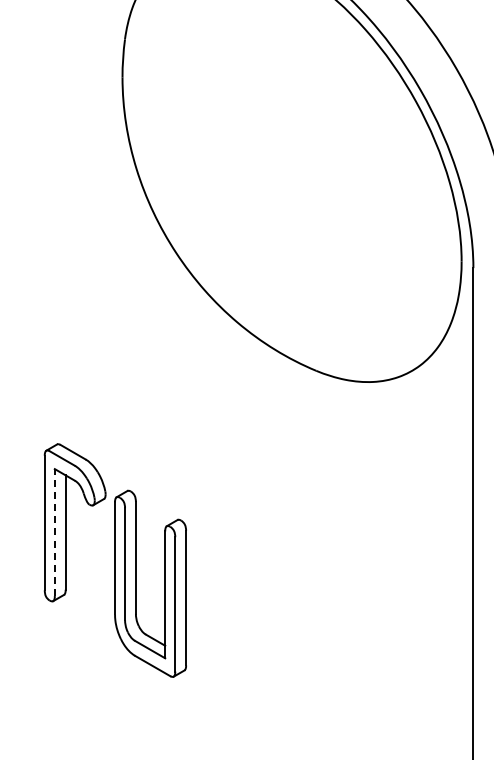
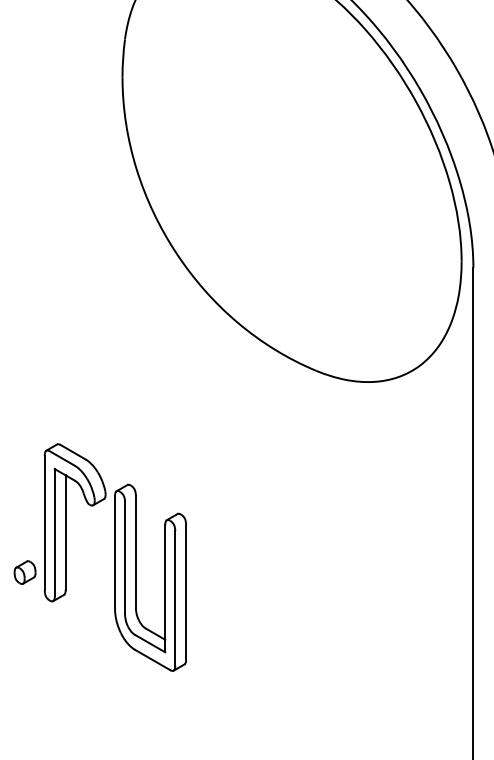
line at (54, 532): dashed -> solid
part at (24, 572): none -> present
part at (136, 583) position: (136, 583) -> (136, 577)
